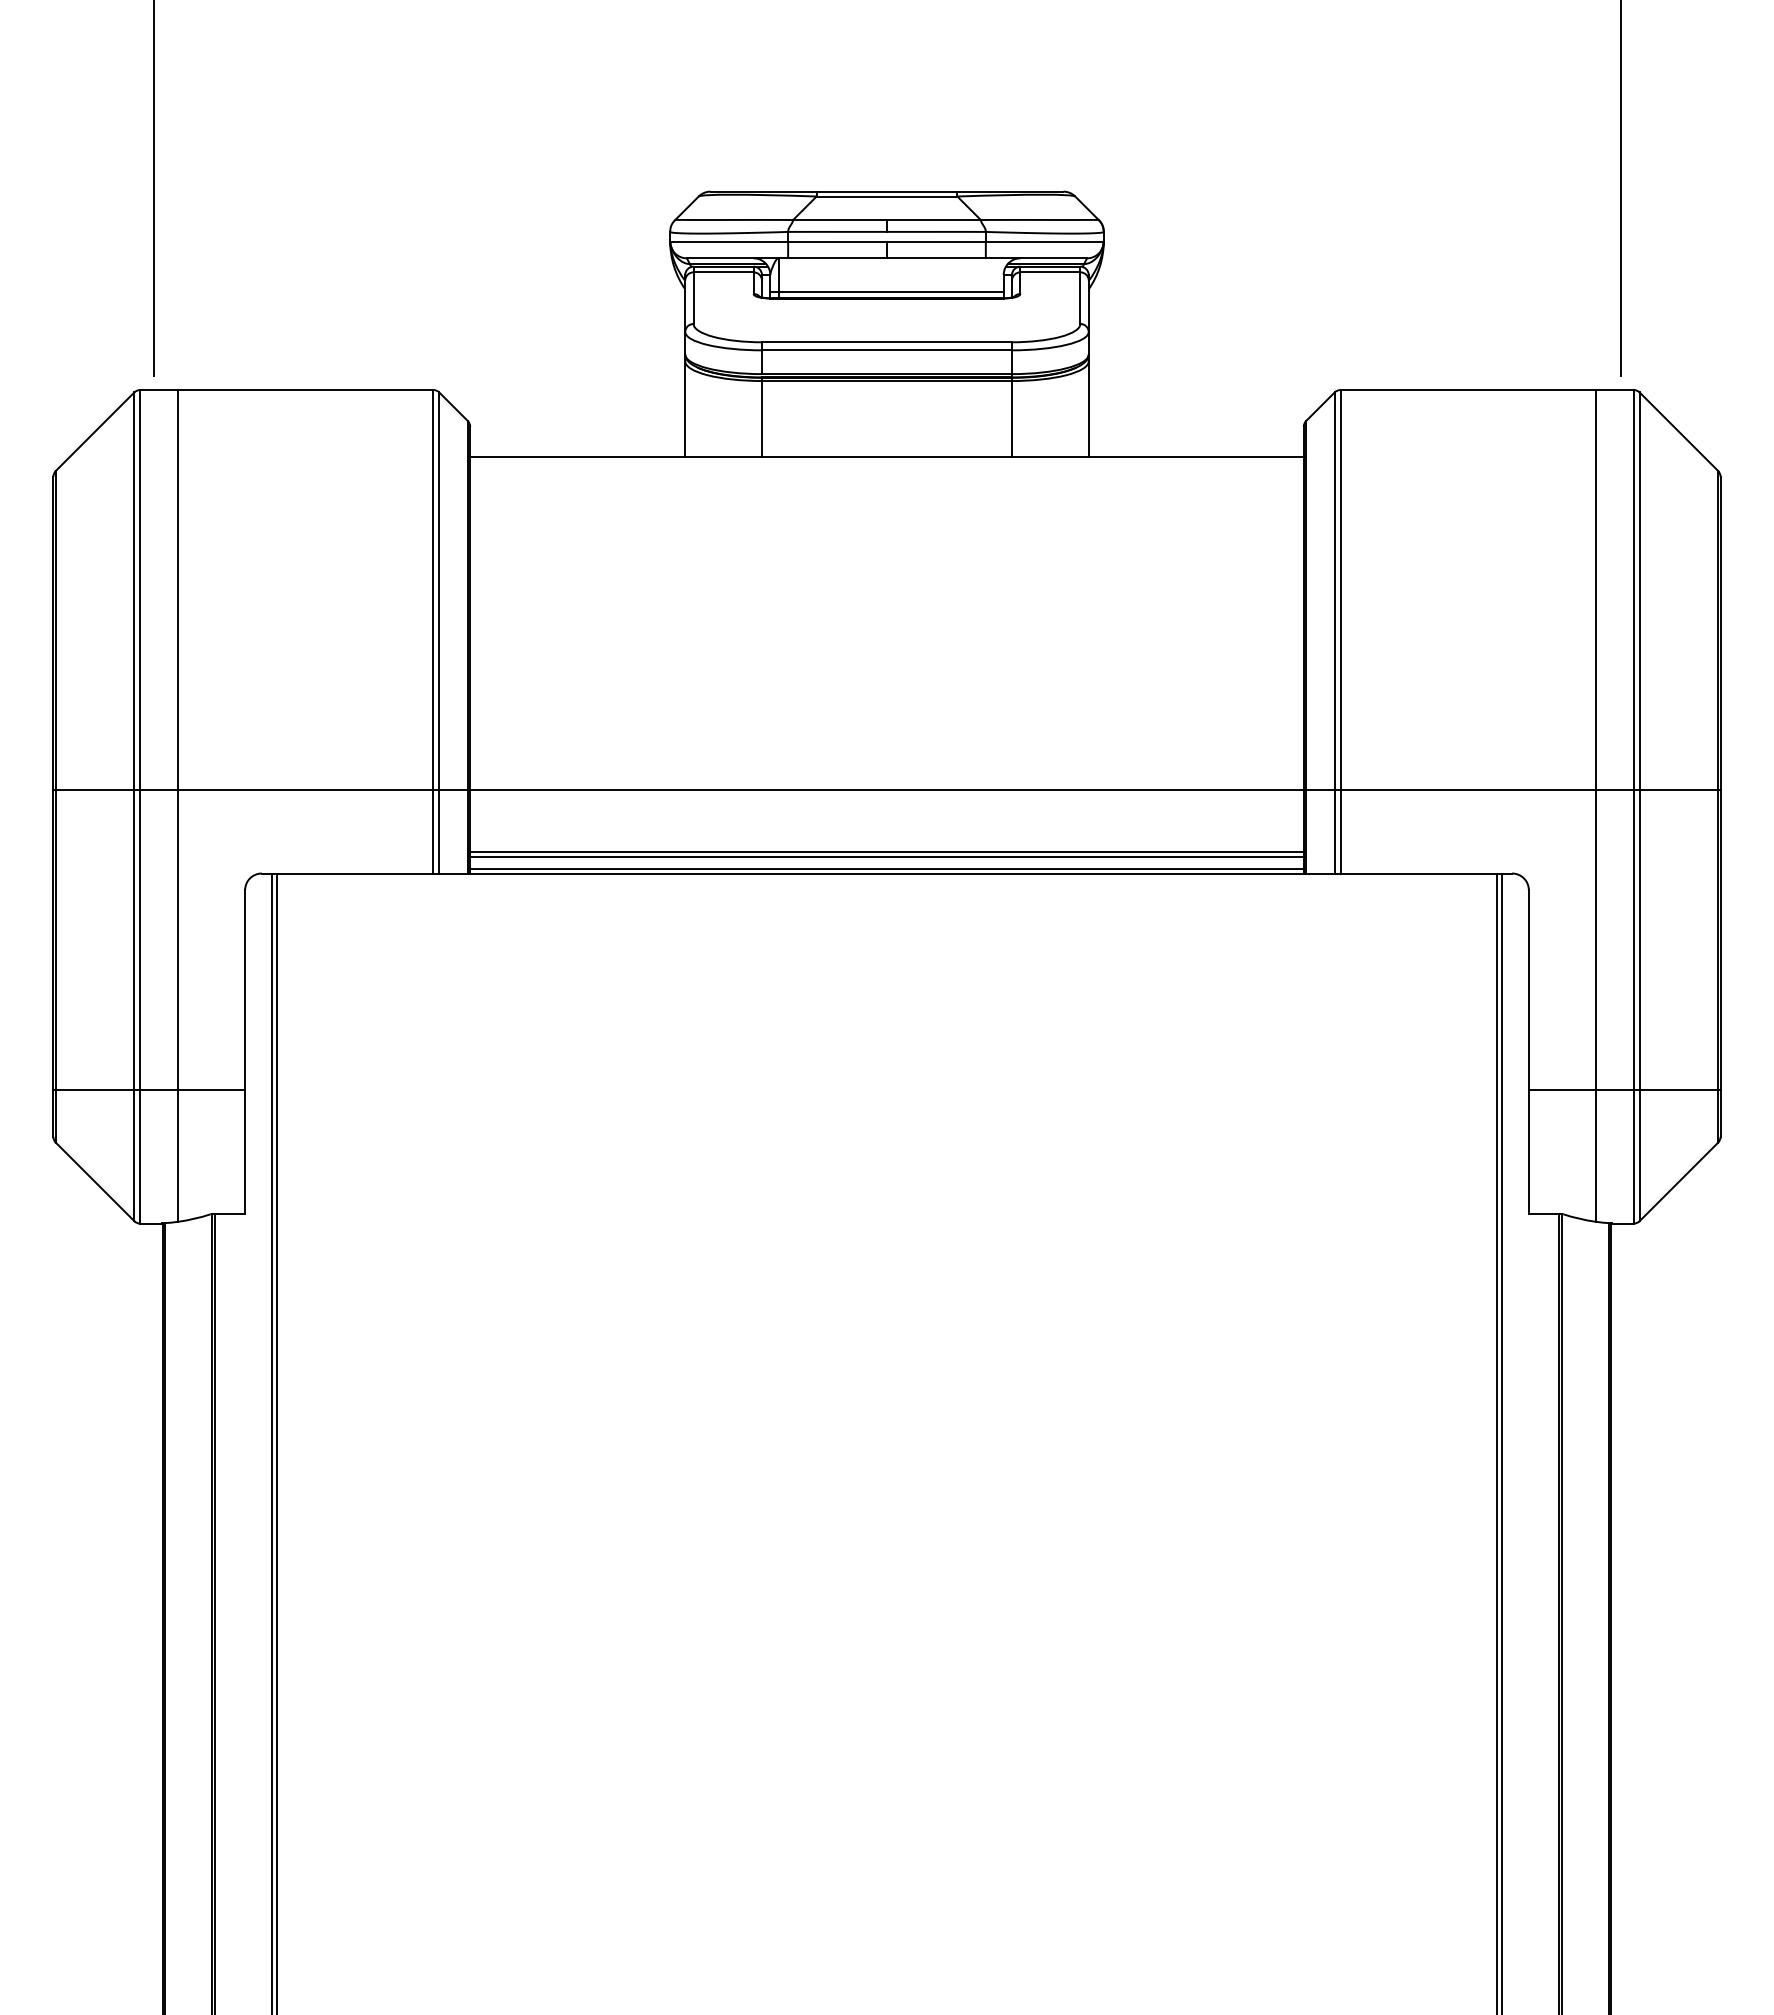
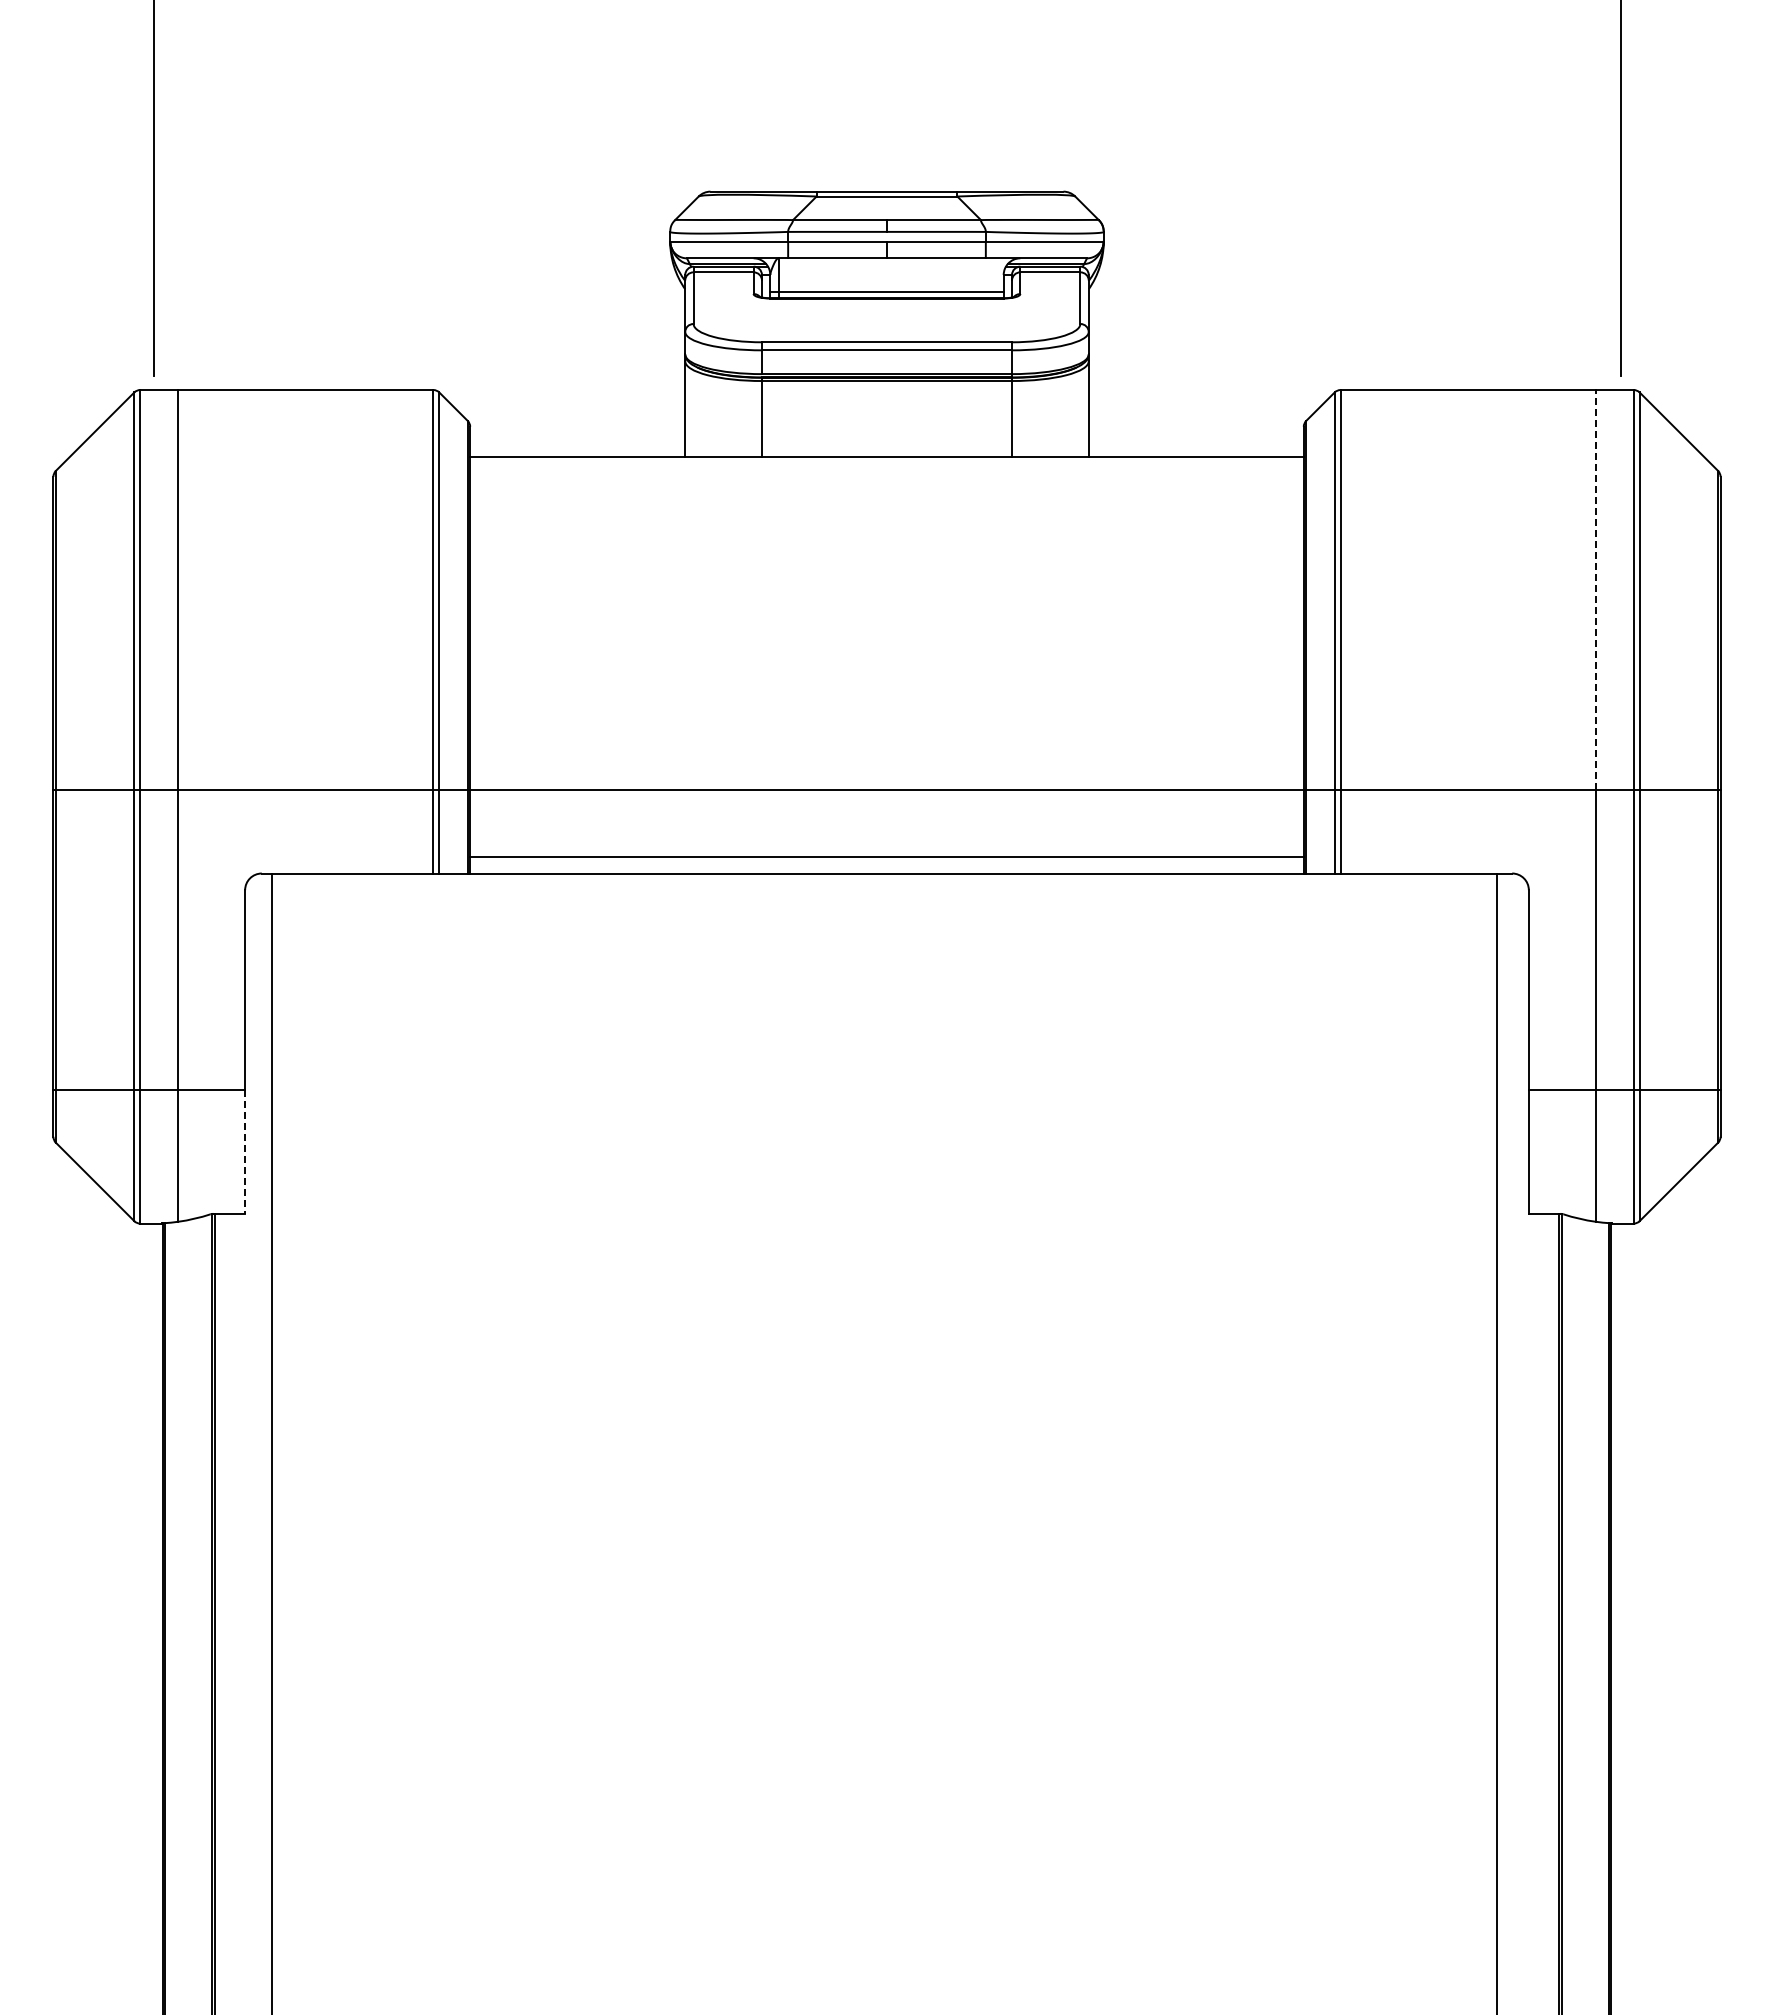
line at (1595, 589): solid -> dashed
line at (886, 851): present -> none
line at (886, 868): present -> none
line at (245, 1152): solid -> dashed
line at (276, 1442): present -> none
line at (1502, 1442): present -> none
